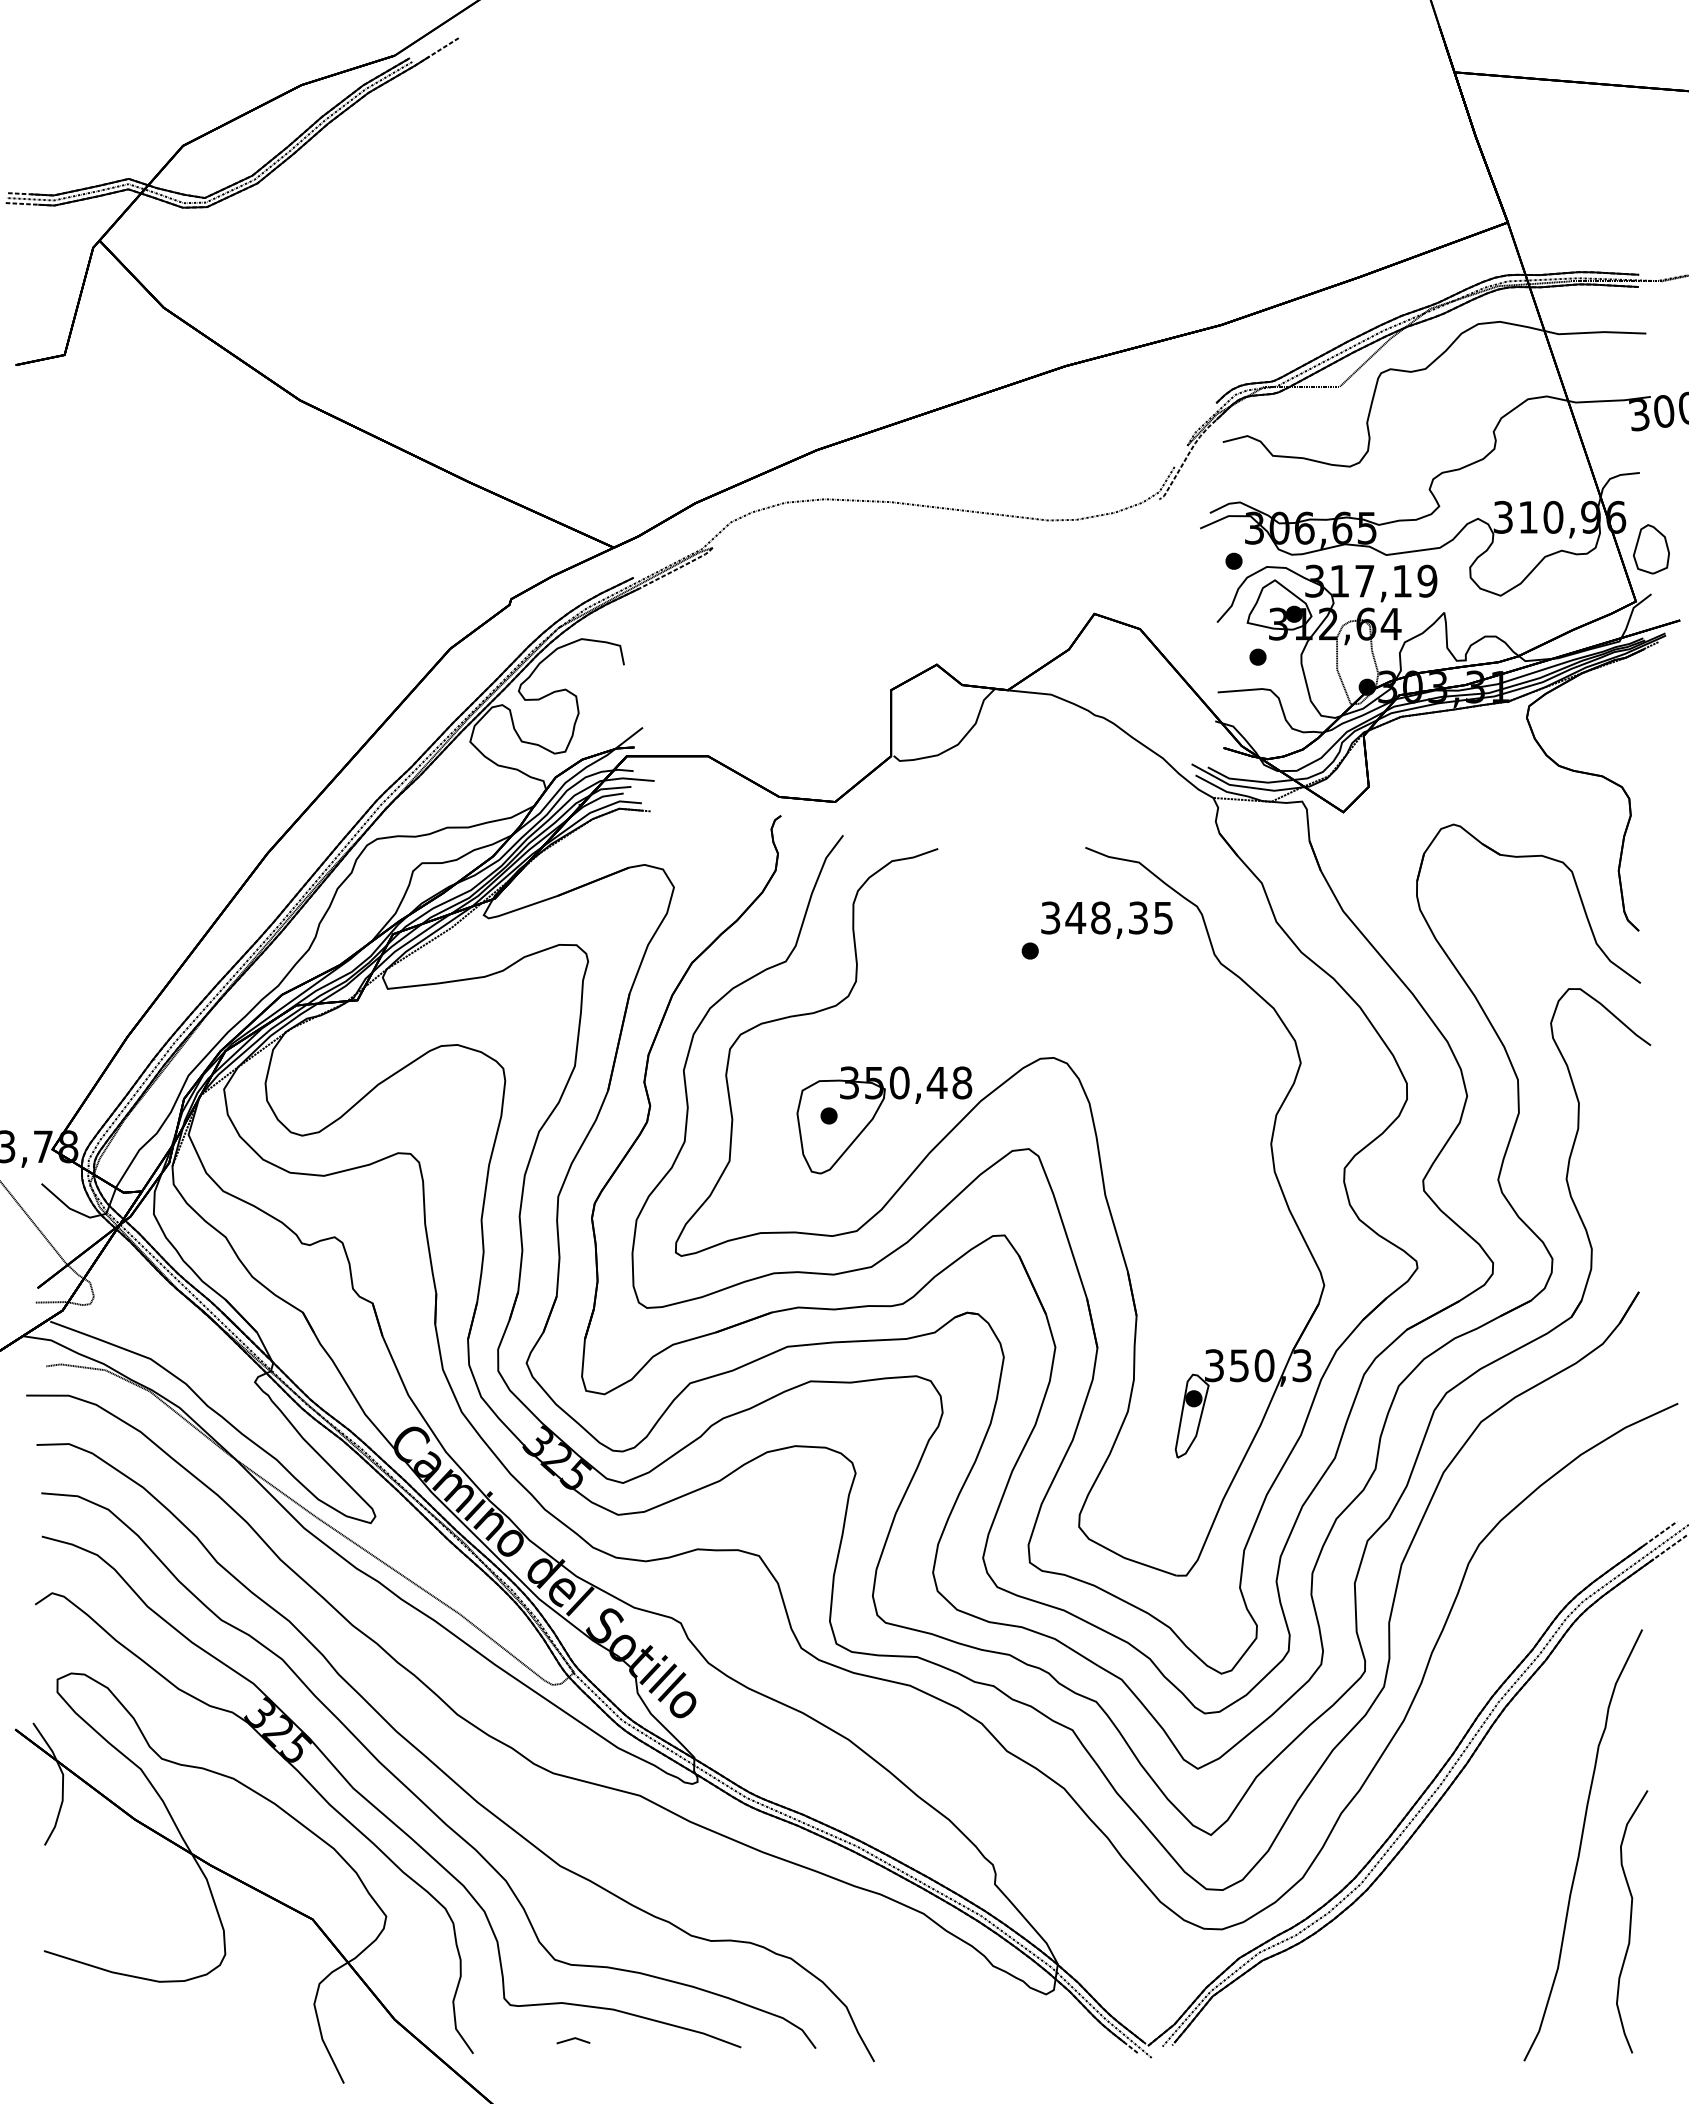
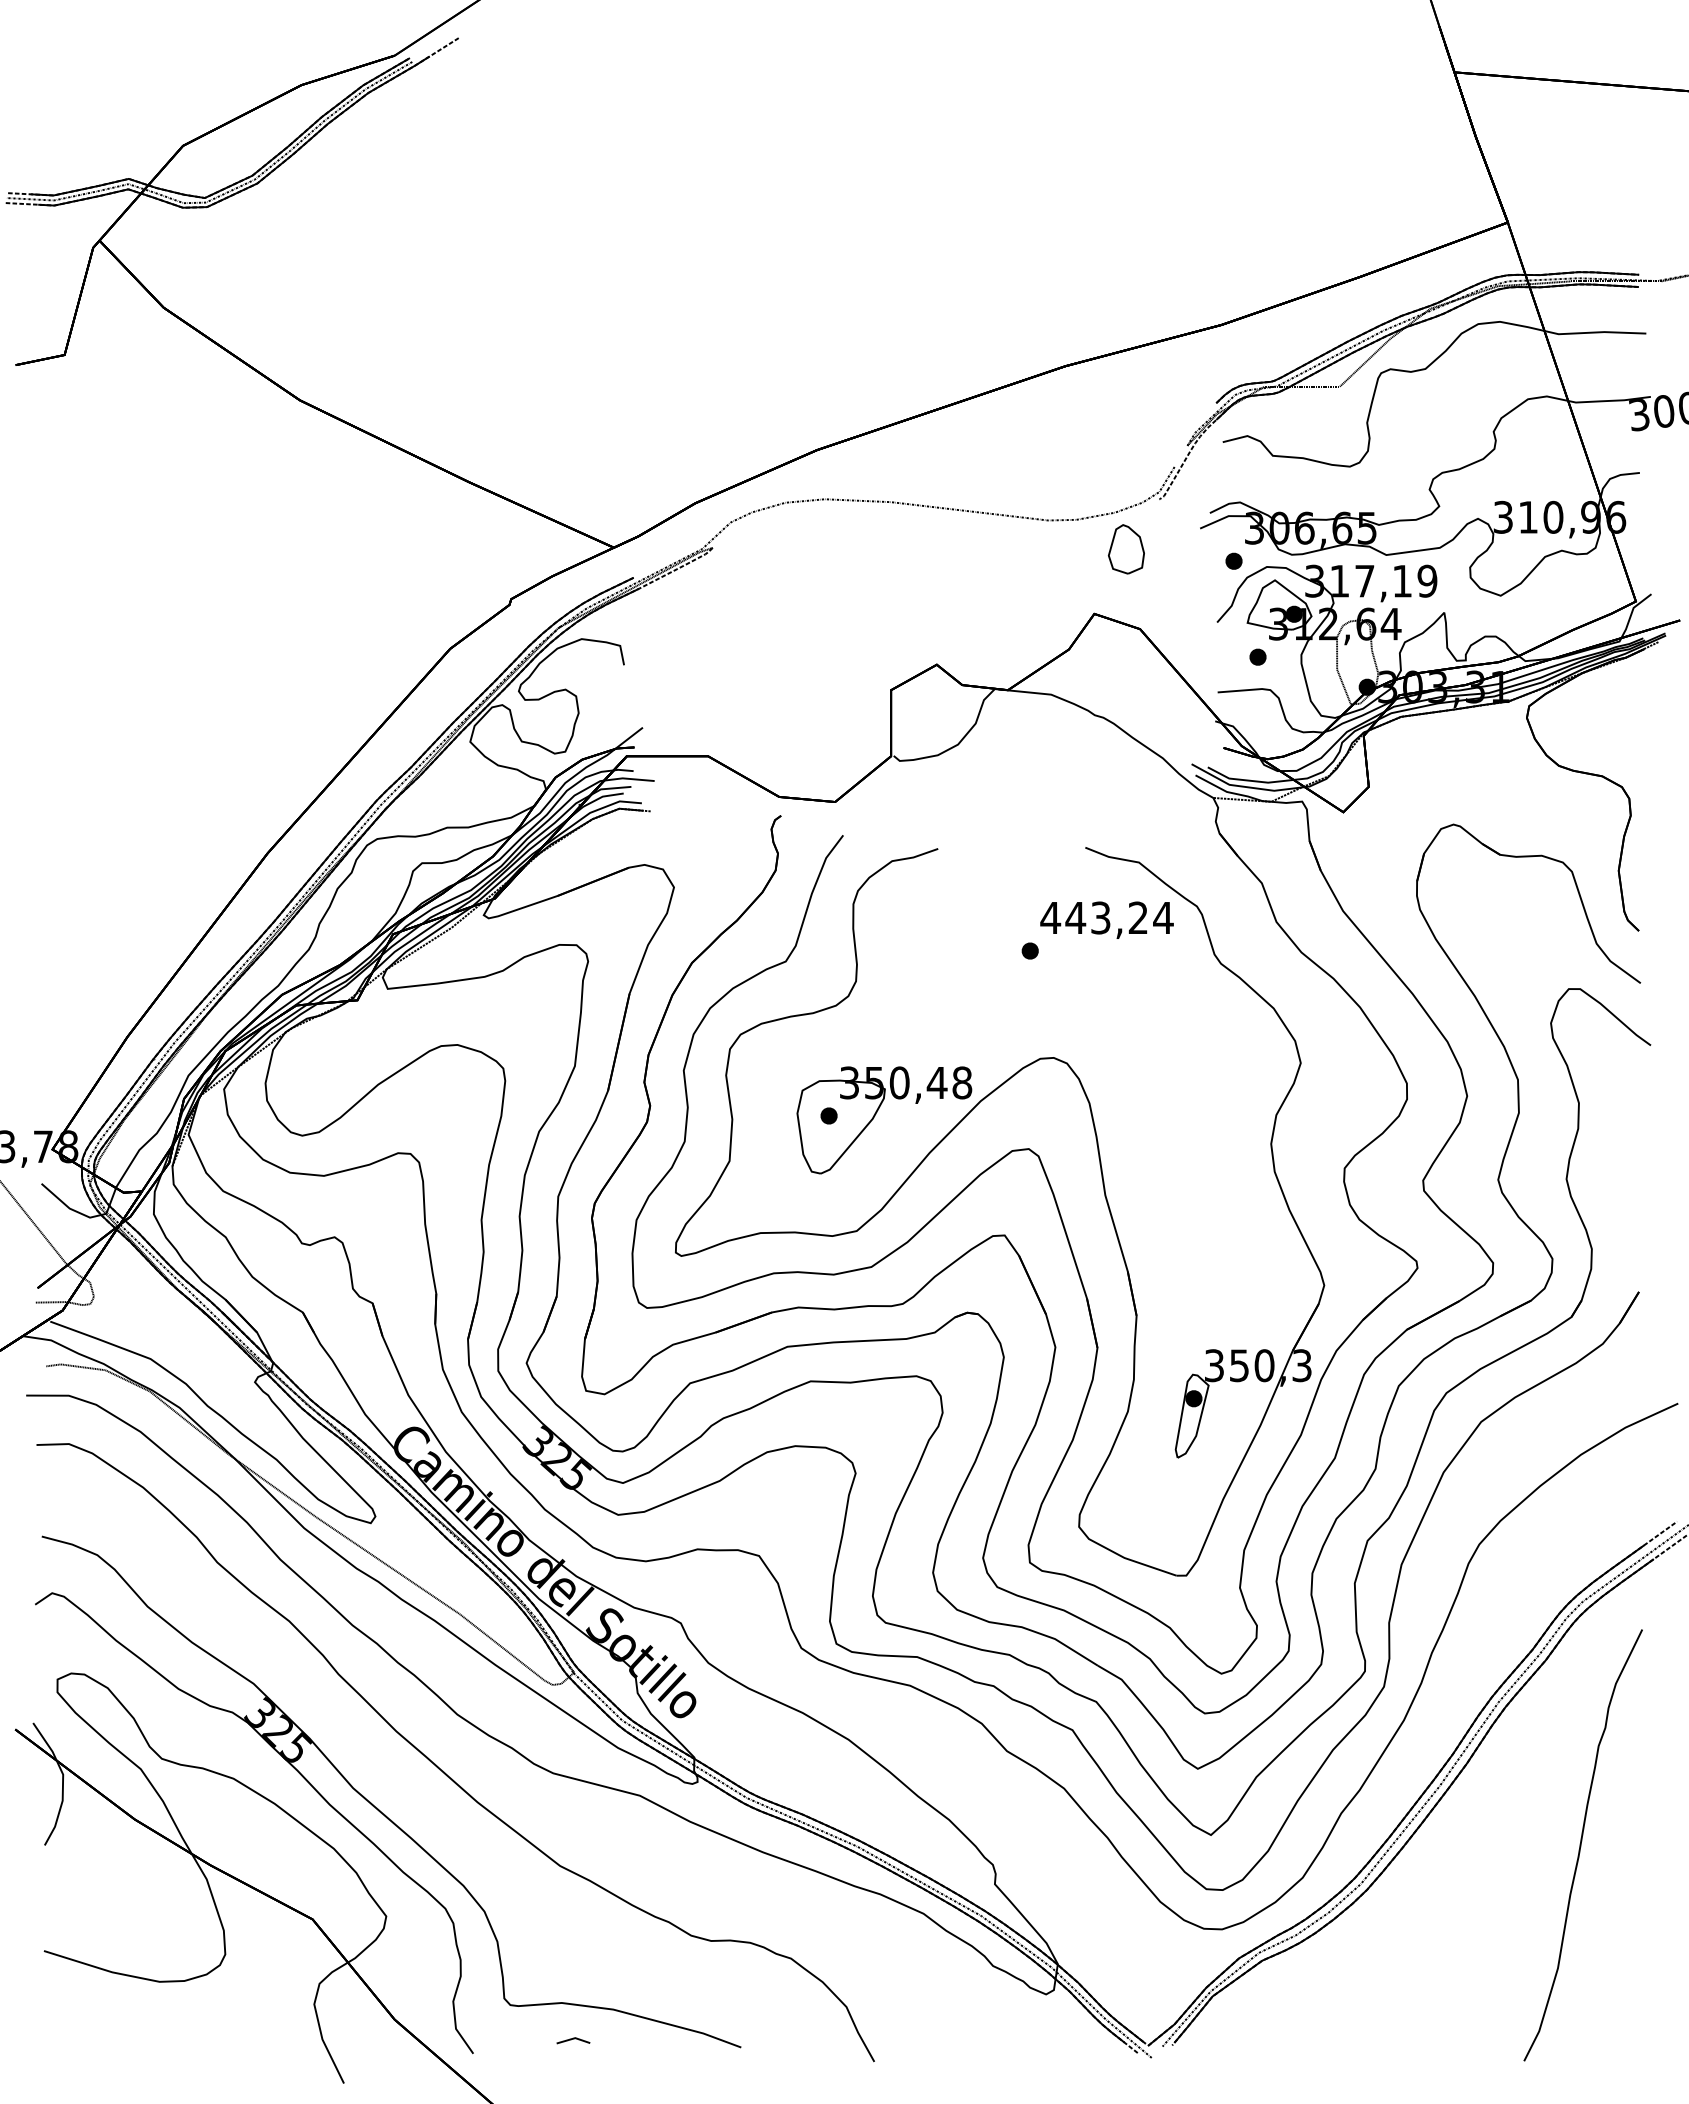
part at (1651, 549) position: (1651, 549) -> (1126, 549)
text at (1106, 917): 348,35 -> 443,24
curve at (409, 1788): present -> none
curve at (1631, 1921): present -> none
